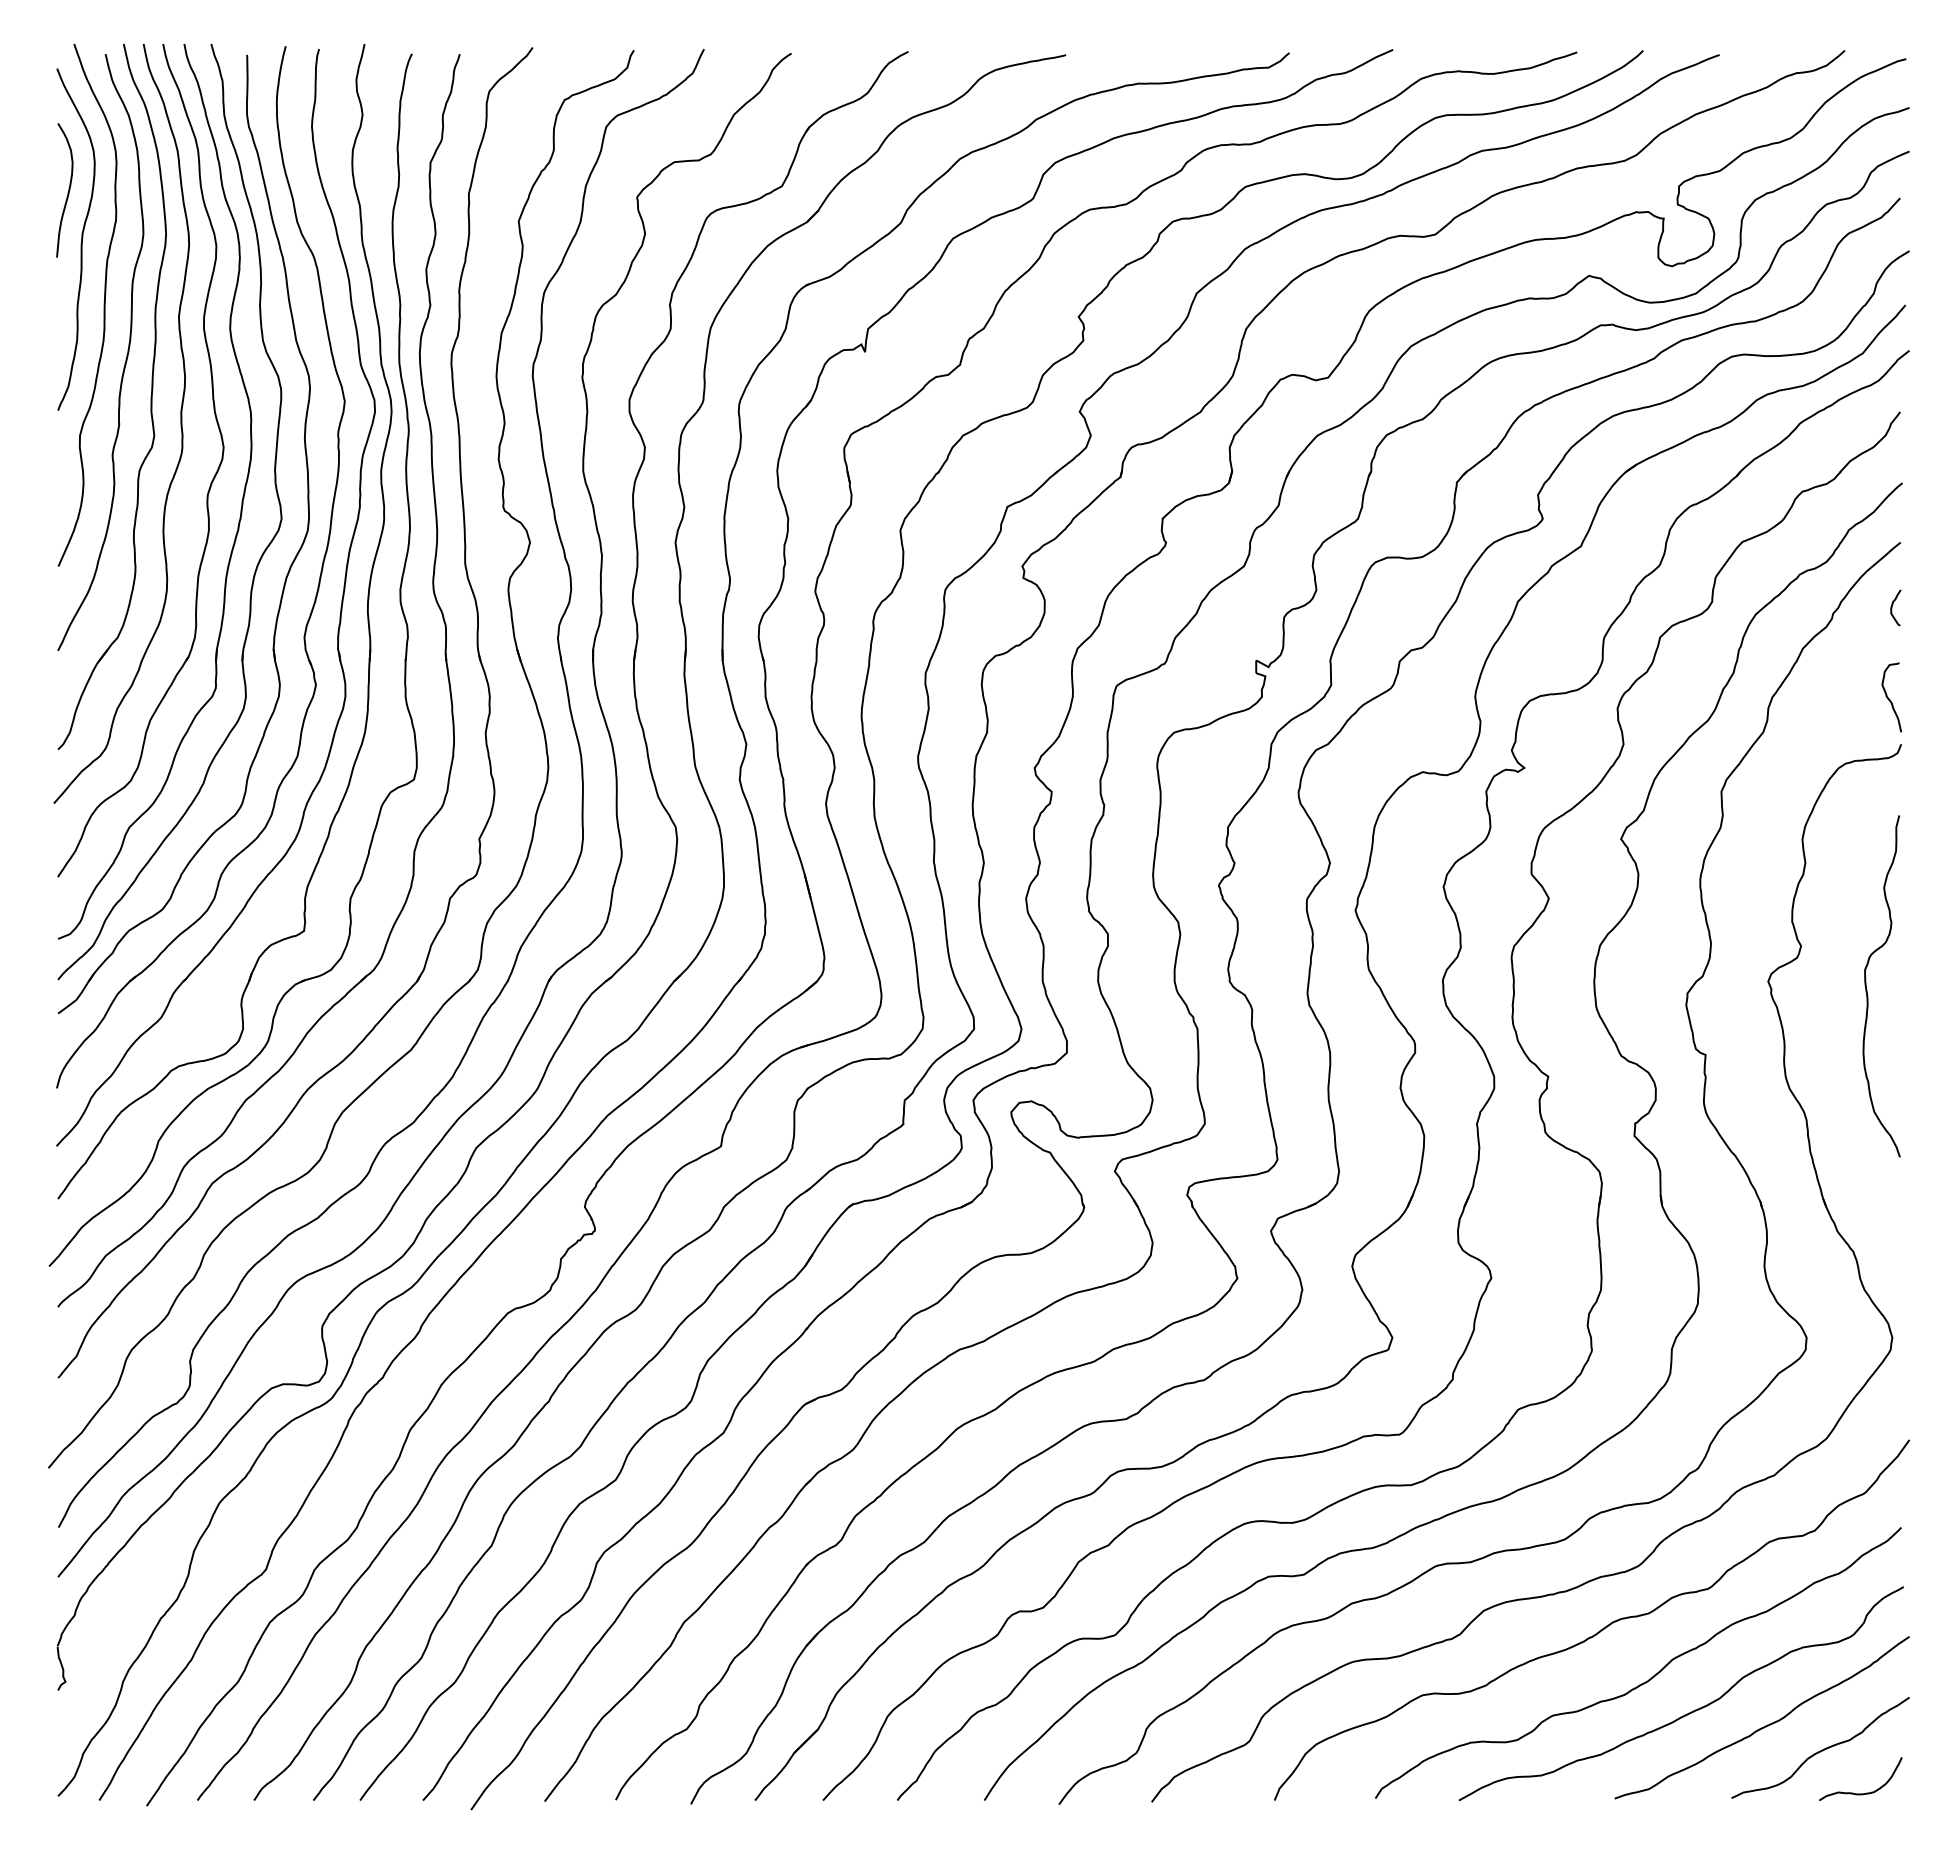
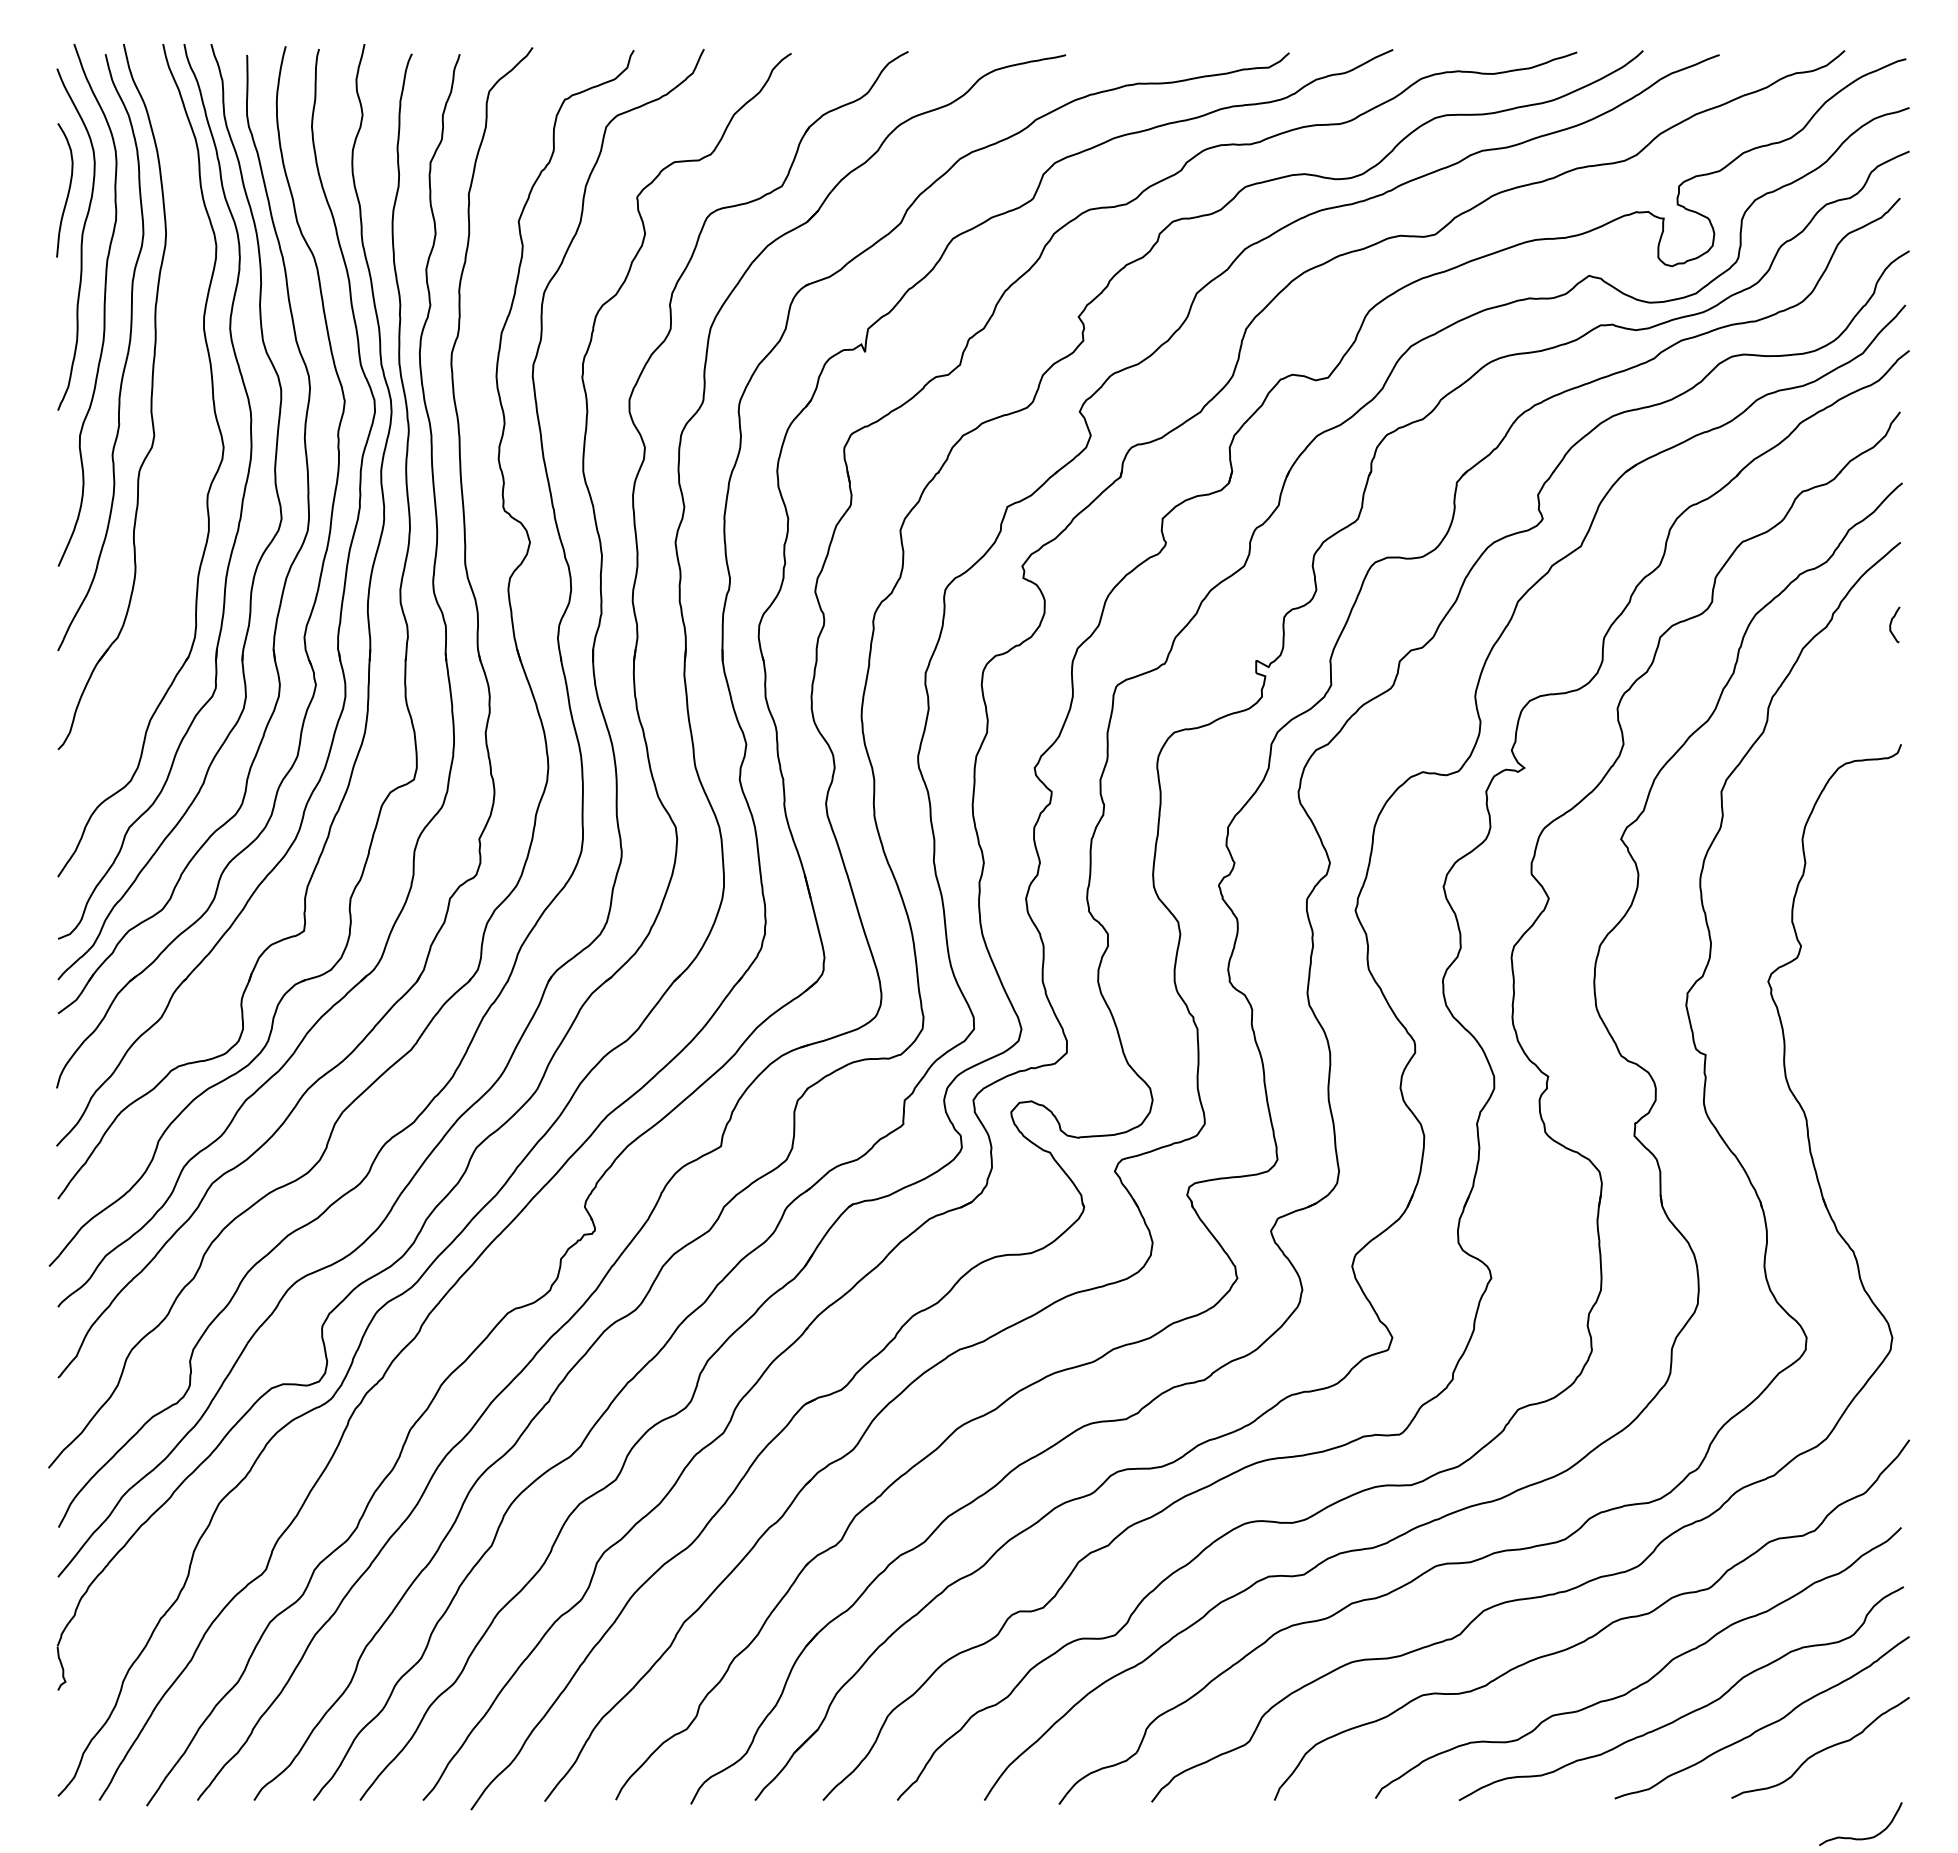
part at (180, 423): present -> none
curve at (1892, 607) position: (1892, 607) -> (1891, 624)
curve at (1889, 698): present -> none
curve at (1867, 989): present -> none
curve at (1860, 1793) position: (1860, 1793) -> (1860, 1838)
